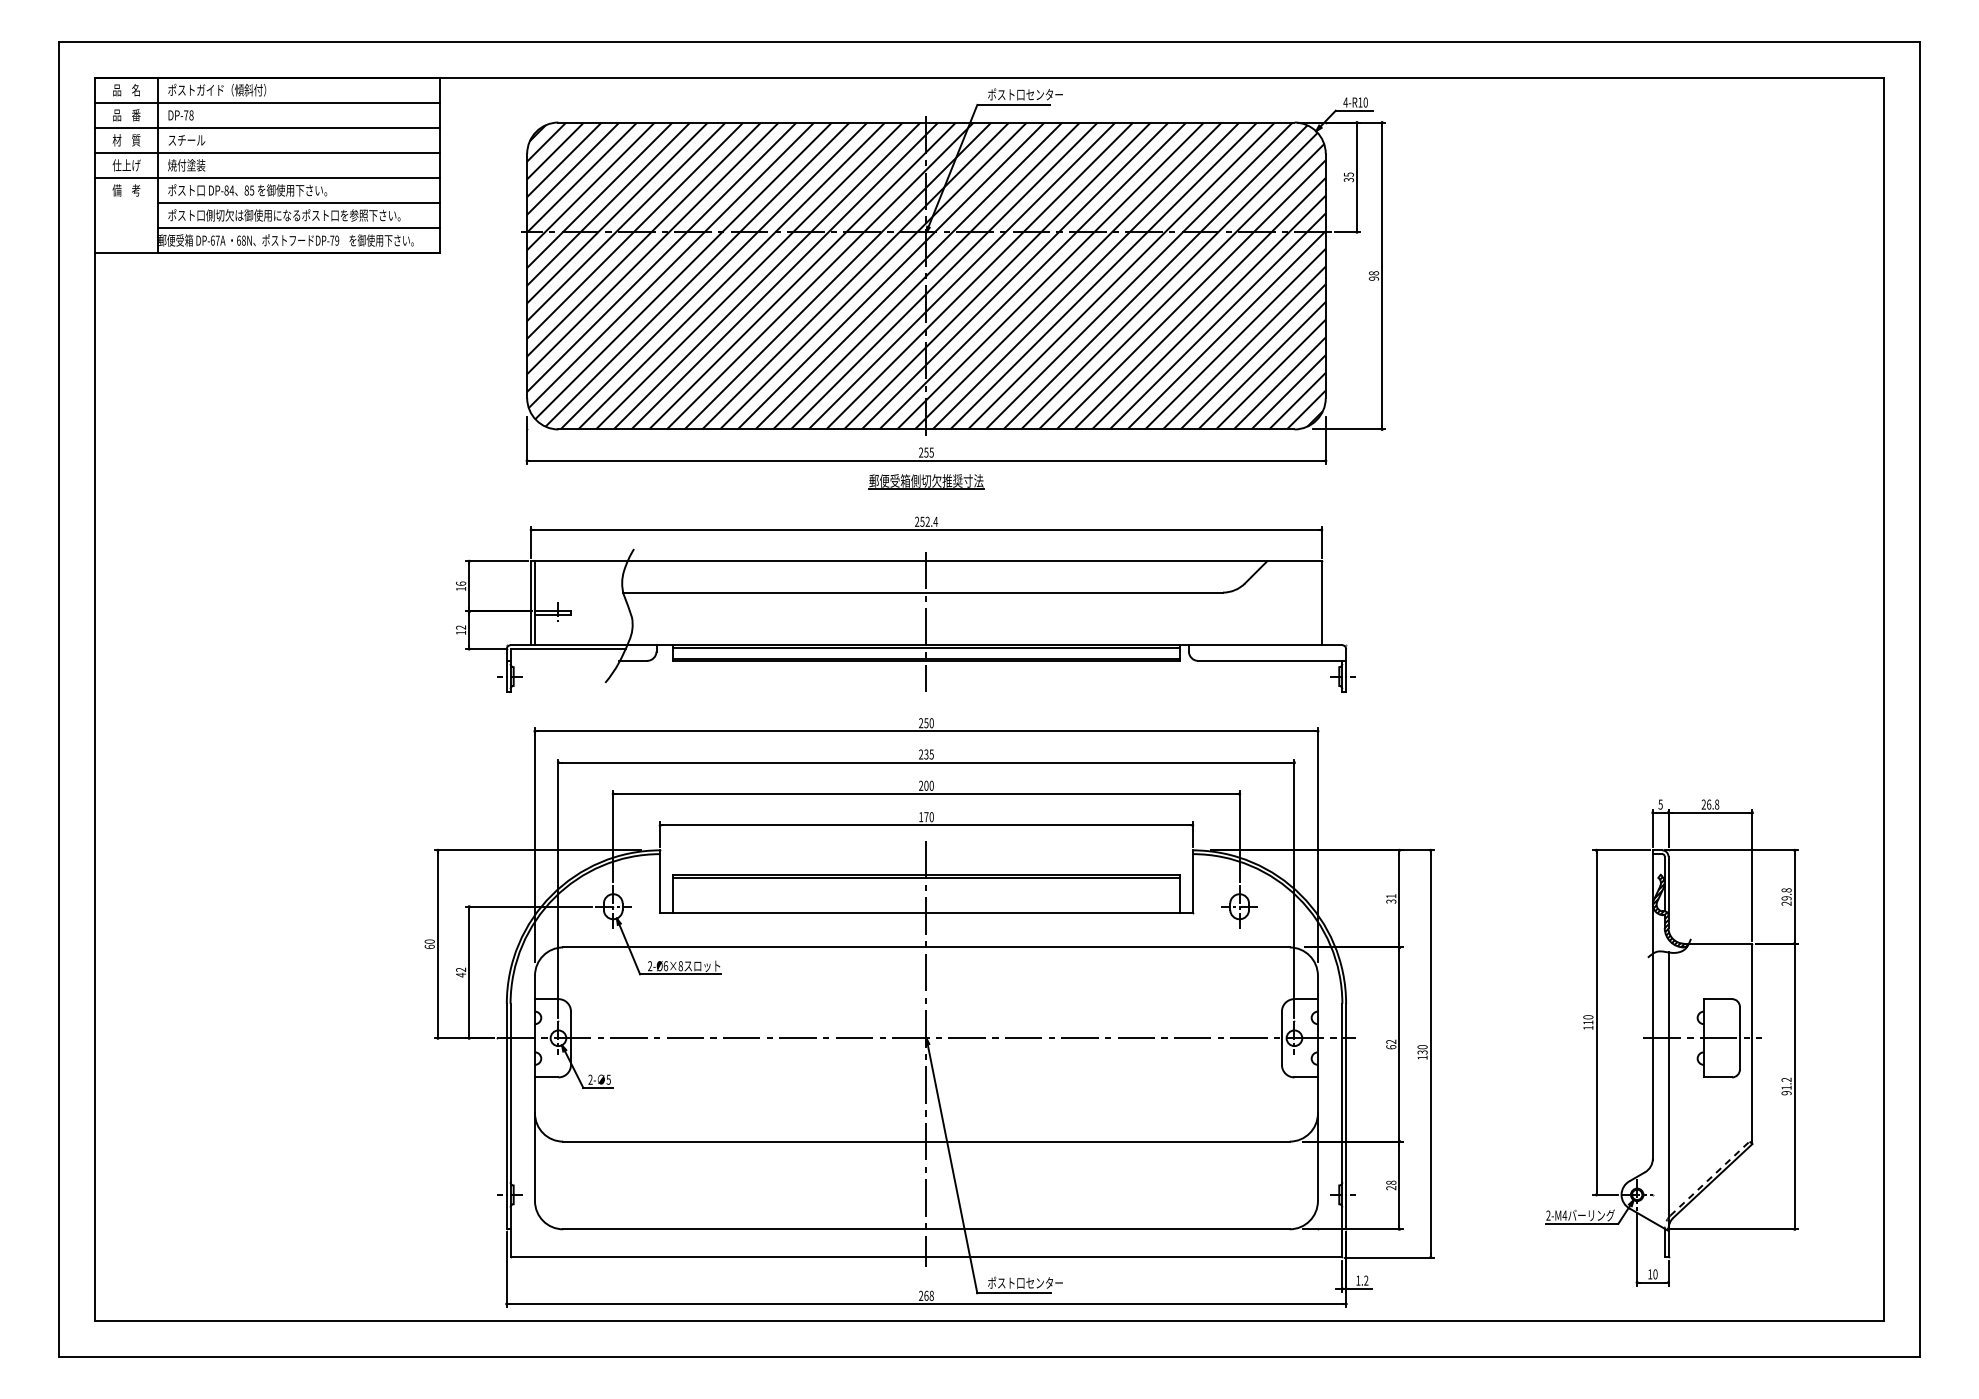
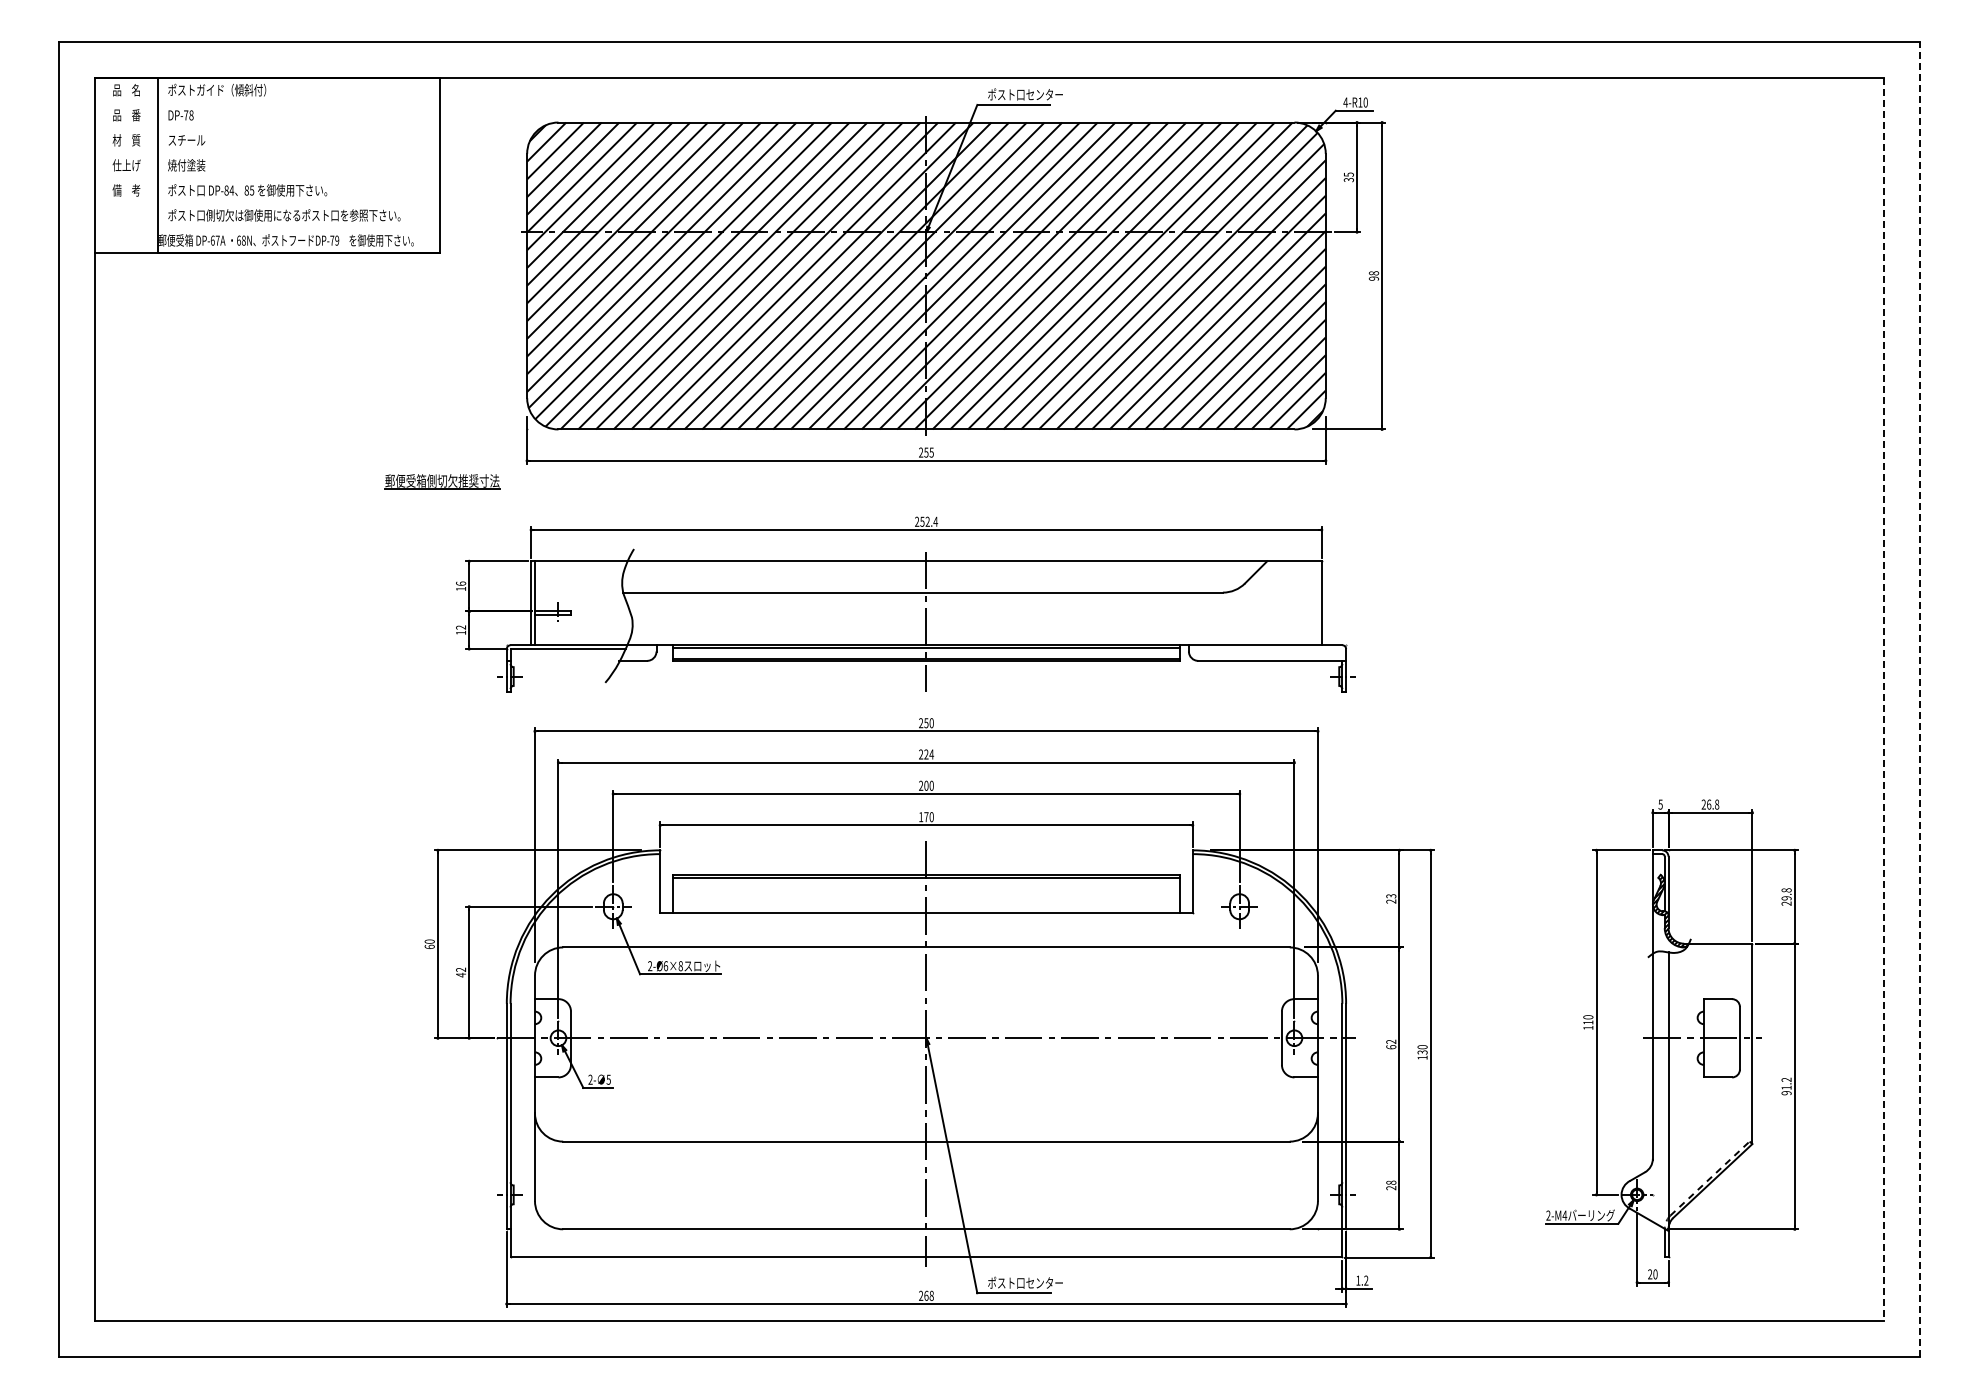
line at (267, 102): present -> none
line at (267, 127): present -> none
line at (267, 153): present -> none
line at (267, 178): present -> none
line at (298, 203): present -> none
line at (298, 228): present -> none
part at (926, 481) position: (926, 481) -> (442, 481)
line at (1883, 699): solid -> dashed
line at (1919, 699): solid -> dashed
text at (929, 754): 235 -> 224
text at (1391, 898): 31 -> 23
text at (1650, 1274): 10 -> 20
